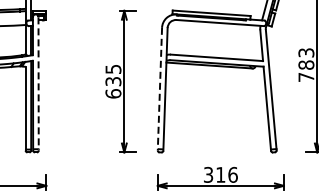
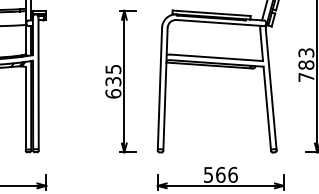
line at (38, 84): dashed -> solid
line at (159, 89): dashed -> solid
text at (214, 174): 316 -> 566
